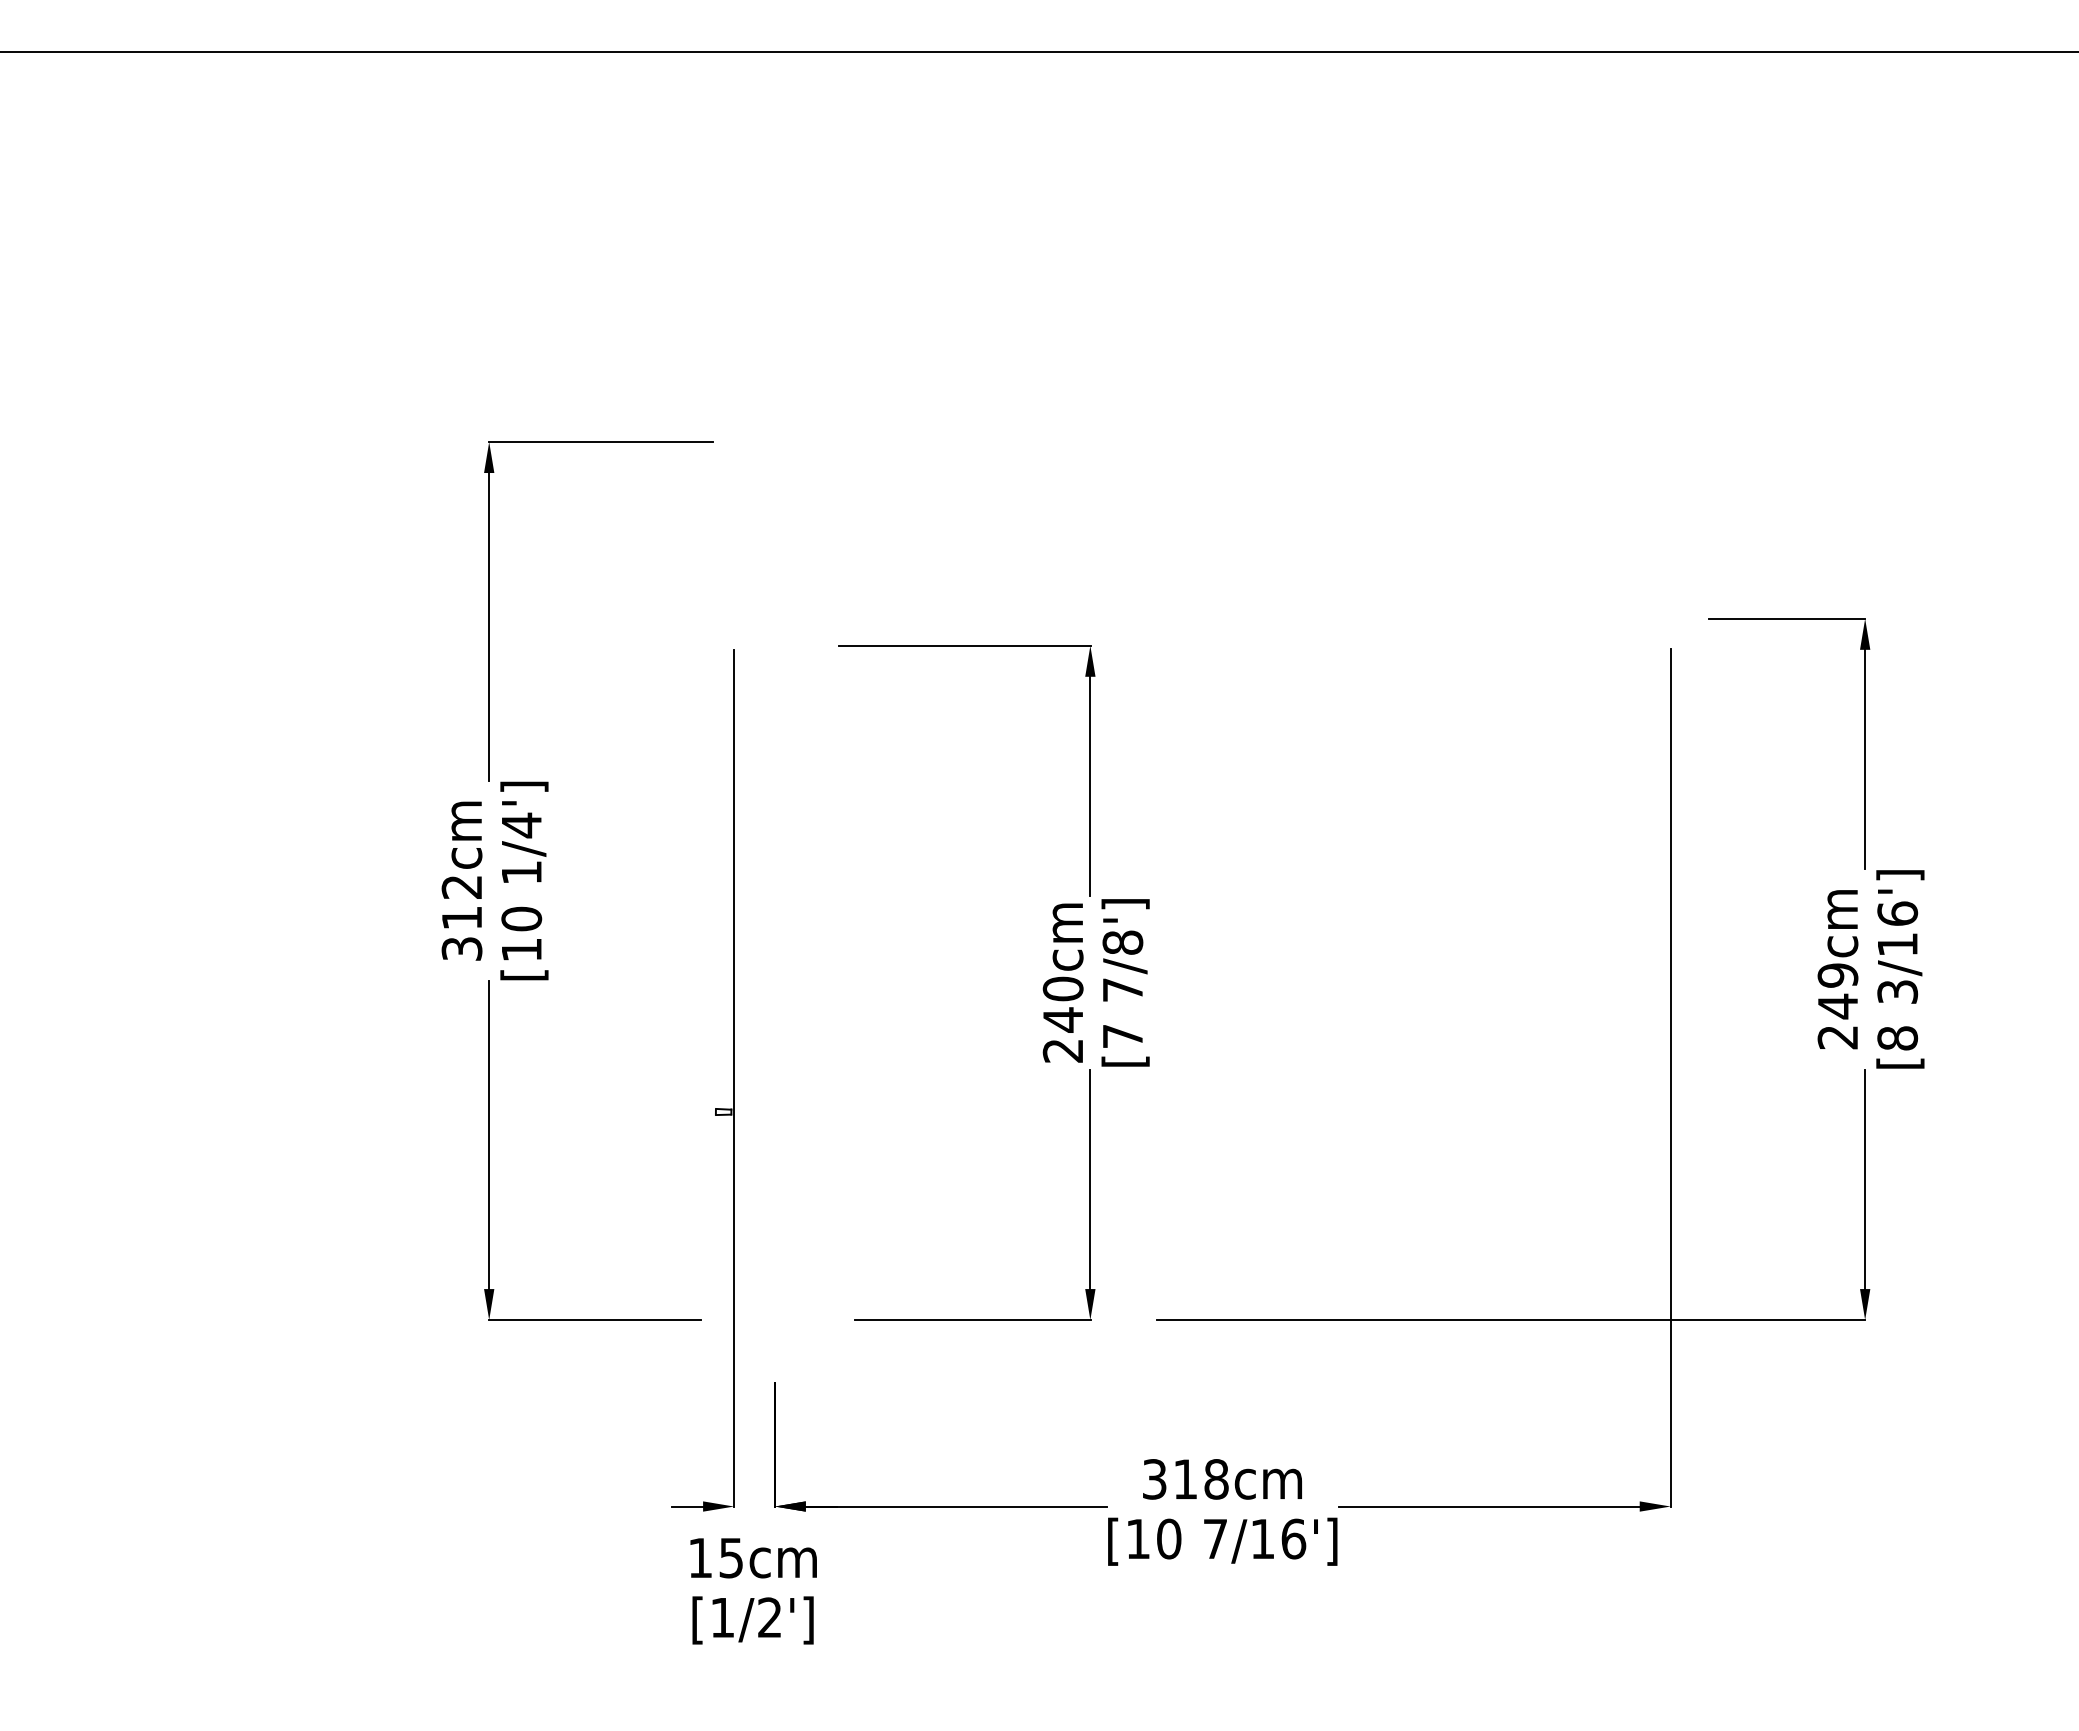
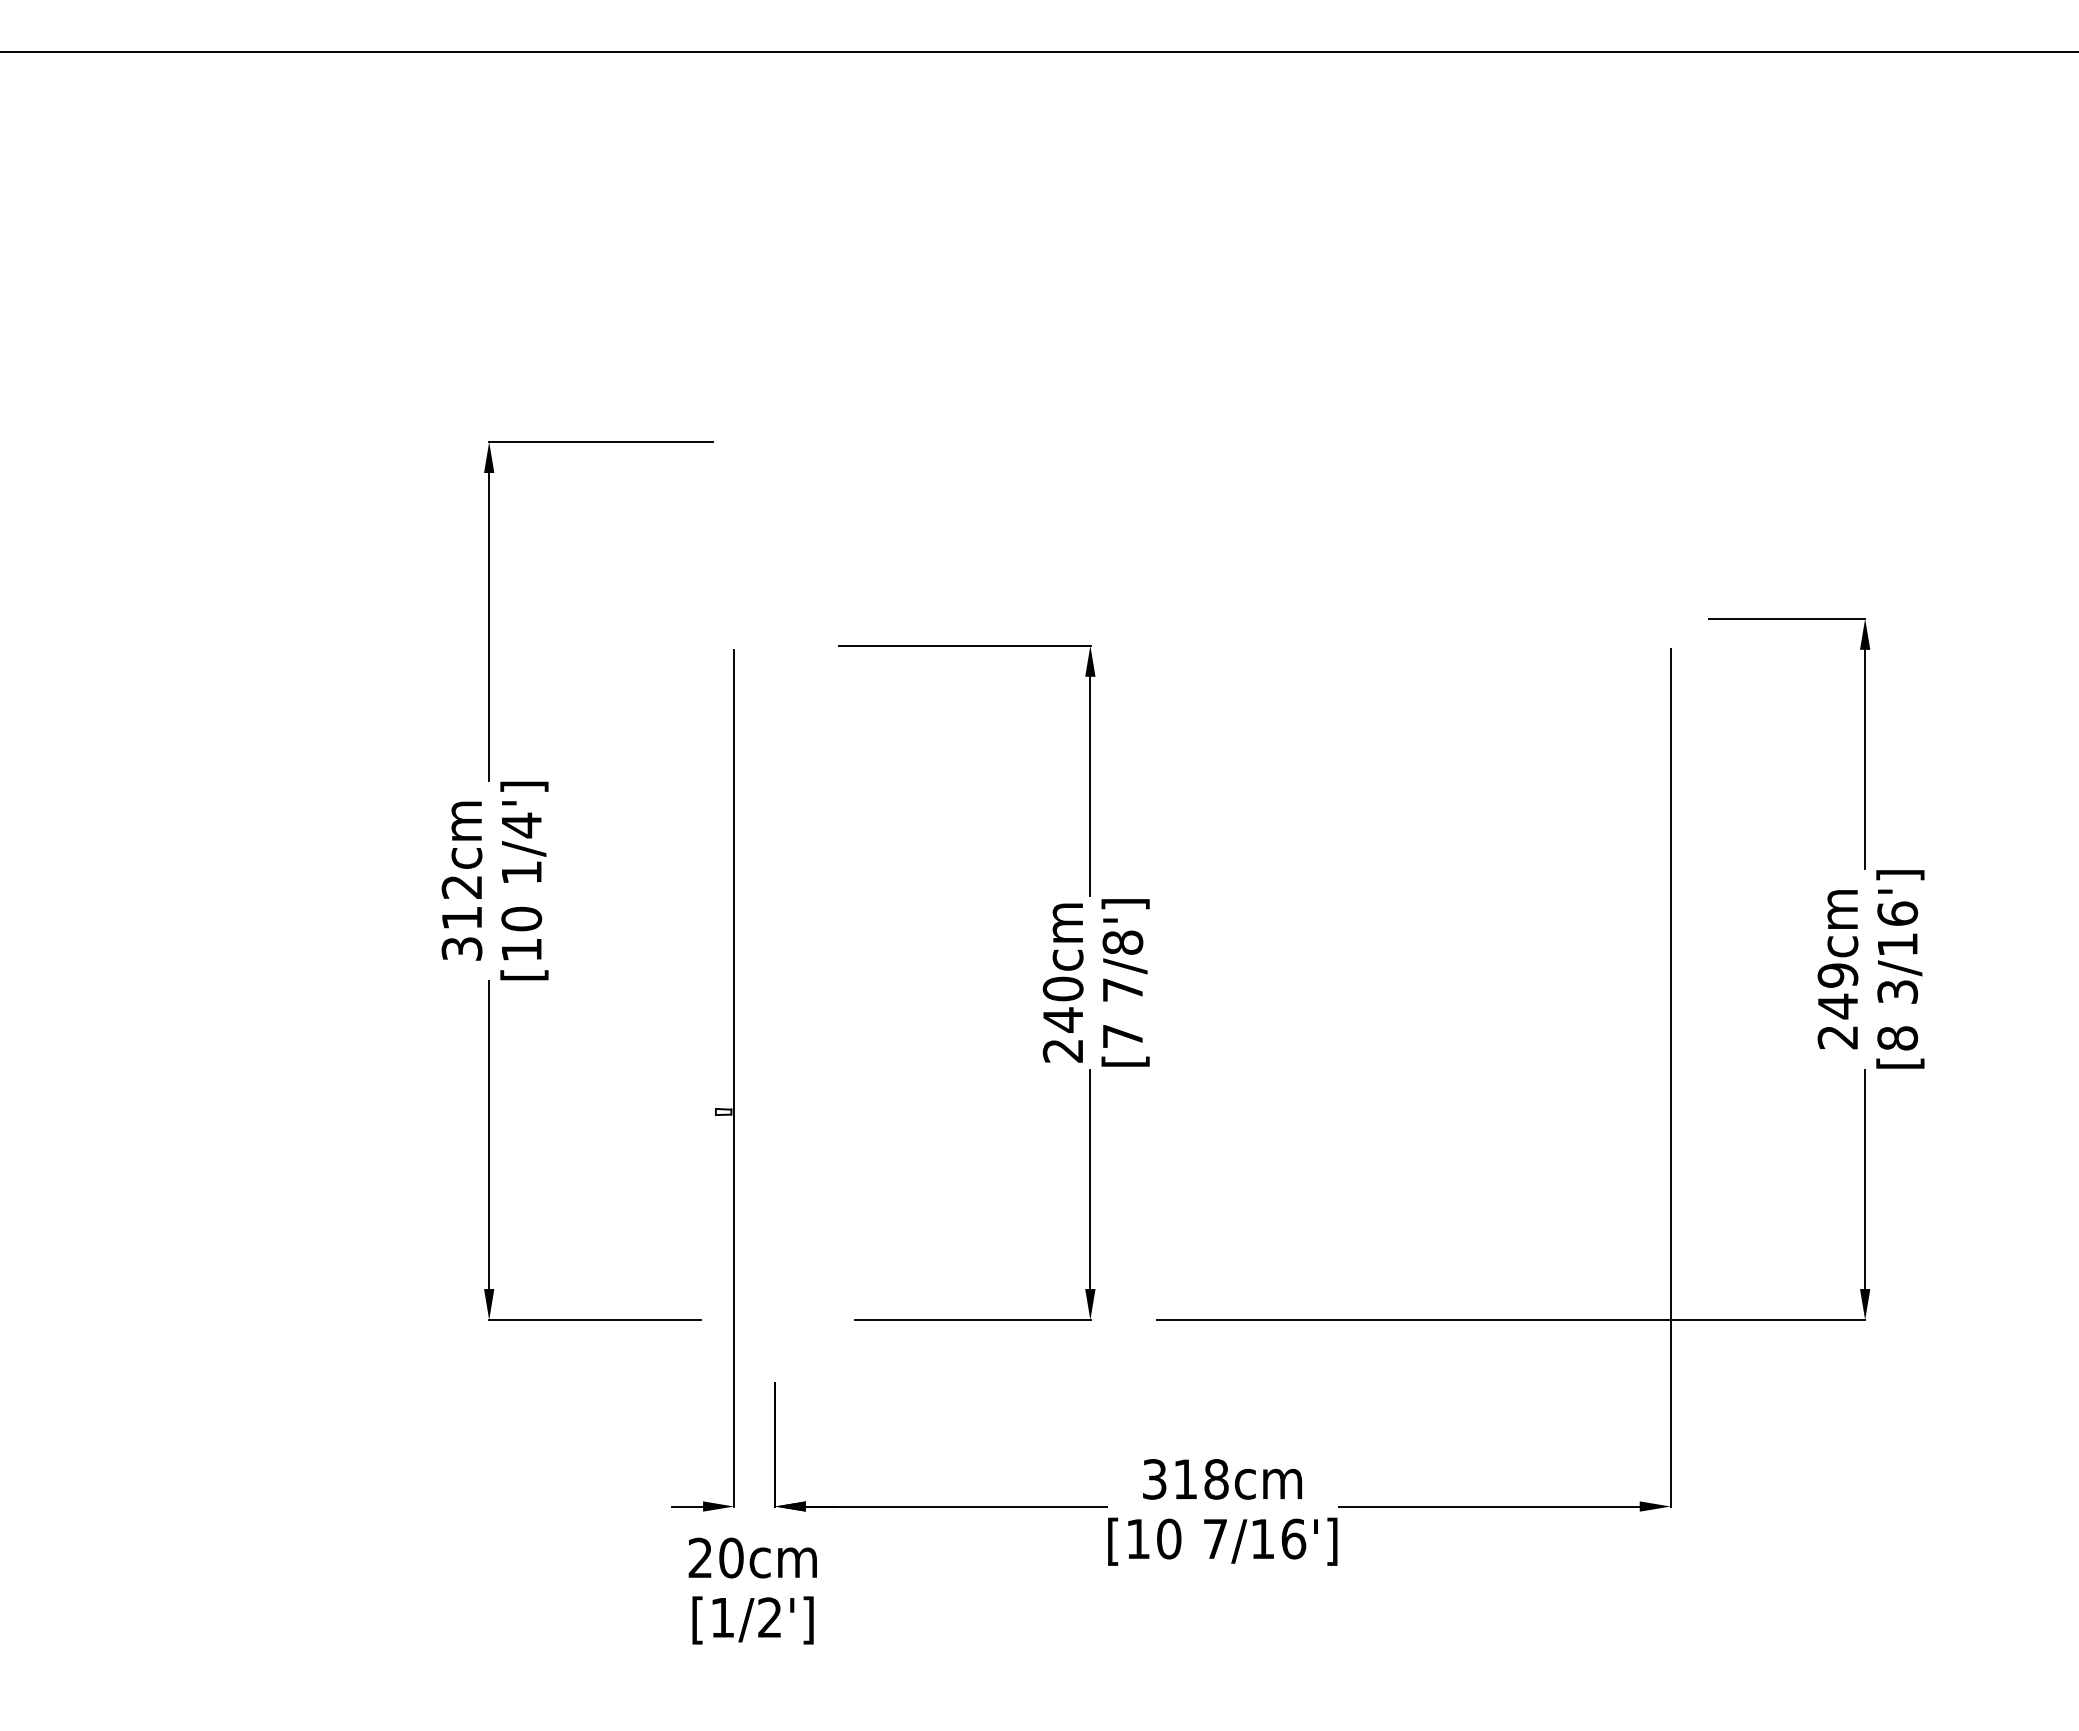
text at (715, 1557): 15cm -> 20cm
